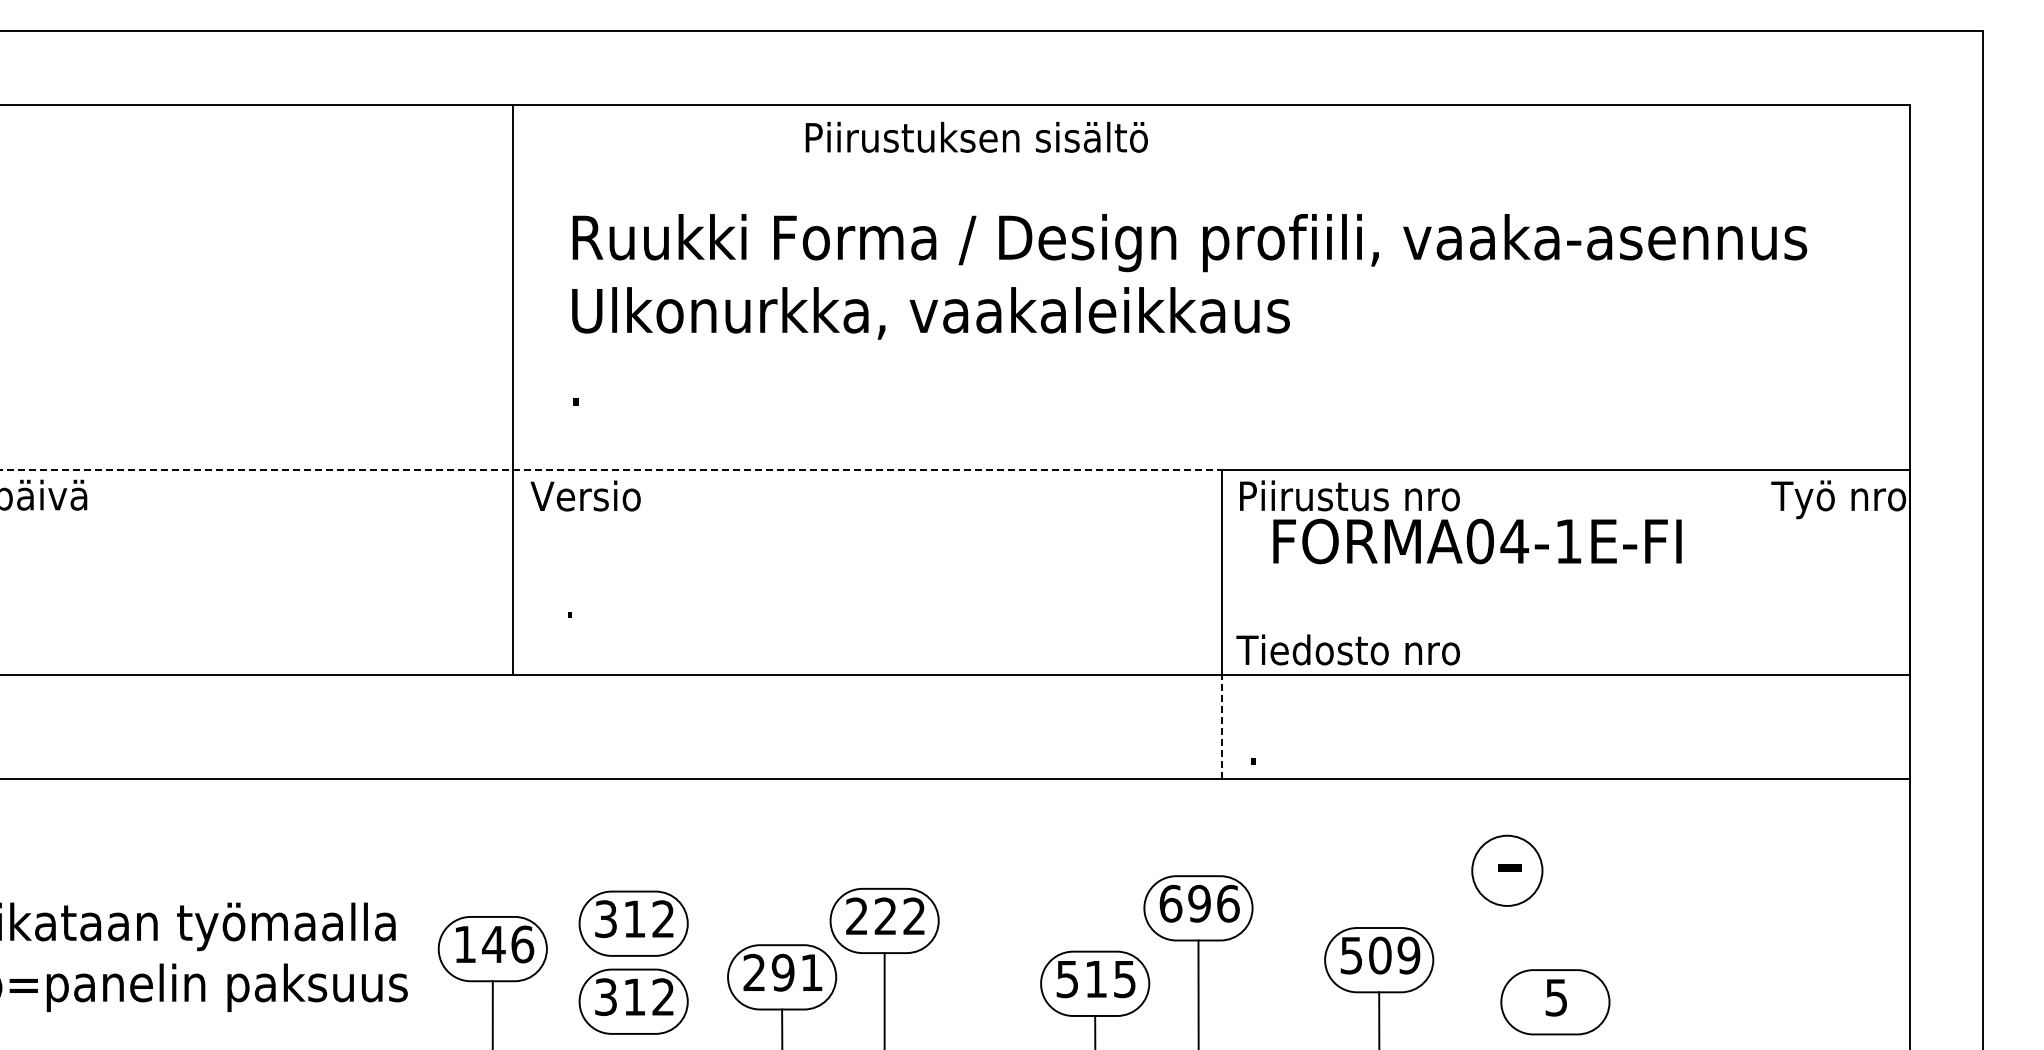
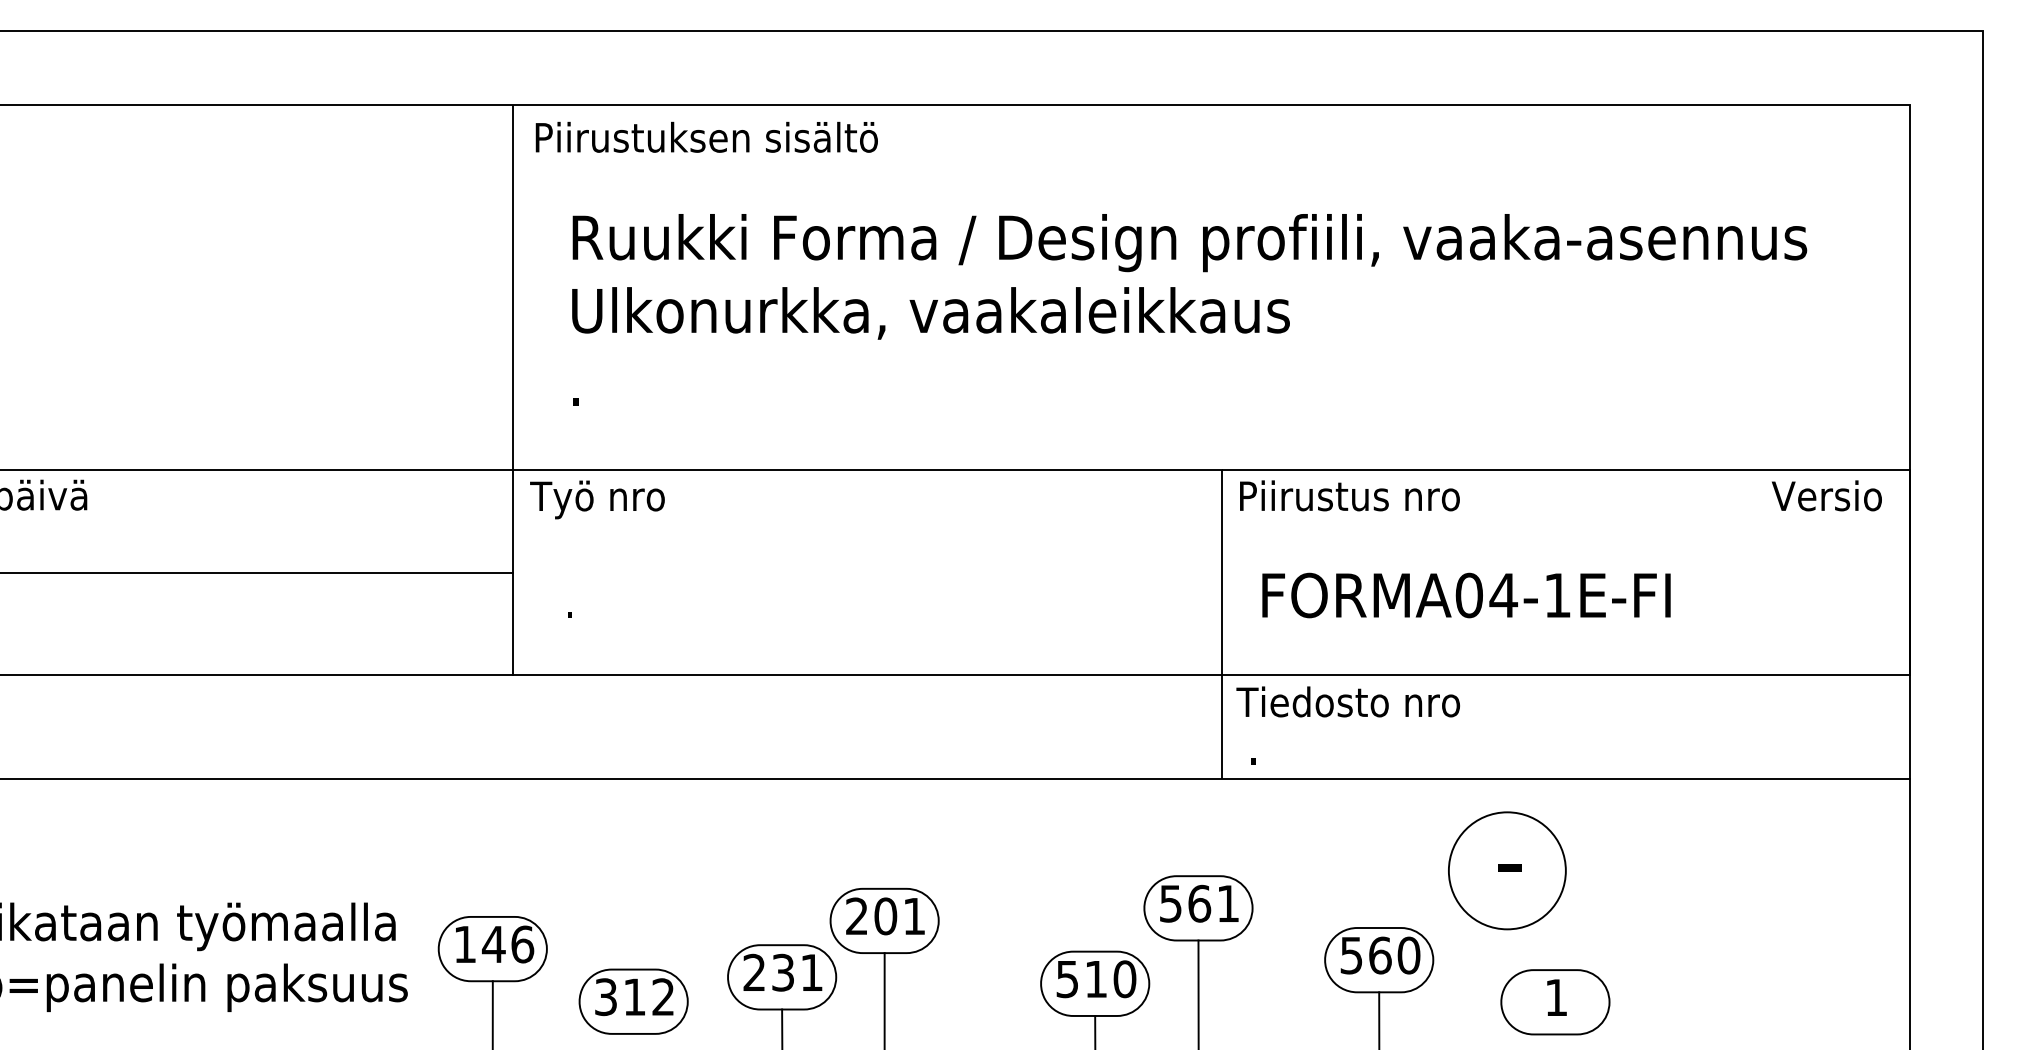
text at (976, 136) position: (976, 136) -> (706, 136)
line at (611, 470): dashed -> solid
text at (597, 499): Versio -> Työ nro
text at (1838, 499): Työ nro -> Versio
text at (1477, 541) position: (1477, 541) -> (1466, 595)
line at (257, 572): none -> present
text at (1347, 649) position: (1347, 649) -> (1347, 701)
line at (1222, 726): dashed -> solid
circle at (1507, 870) diameter: 70 px -> 117 px
text at (1199, 903): 696 -> 561
text at (899, 916): 222 -> 201
part at (633, 923): present -> none
text at (1394, 955): 509 -> 560
text at (782, 972): 291 -> 231
text at (1124, 979): 515 -> 510
text at (1555, 997): 5 -> 1
